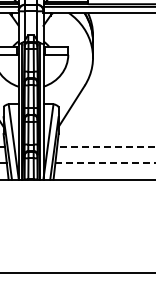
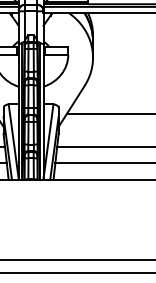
line at (109, 114): none -> present
line at (106, 146): dashed -> solid
line at (105, 162): dashed -> solid
line at (77, 260): none -> present
